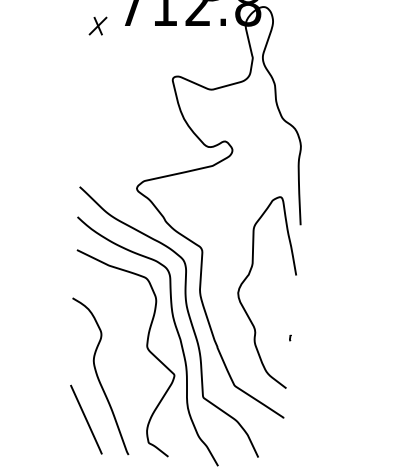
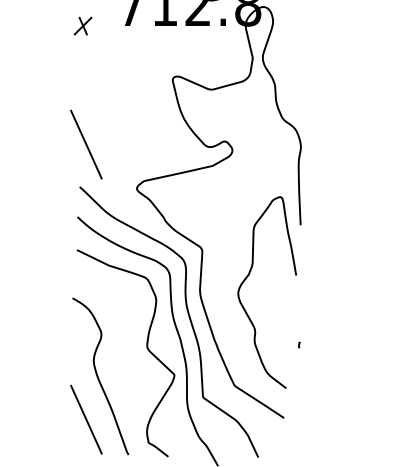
part at (97, 25) position: (97, 25) -> (82, 25)
line at (86, 144): none -> present
curve at (290, 337) position: (290, 337) -> (299, 344)
